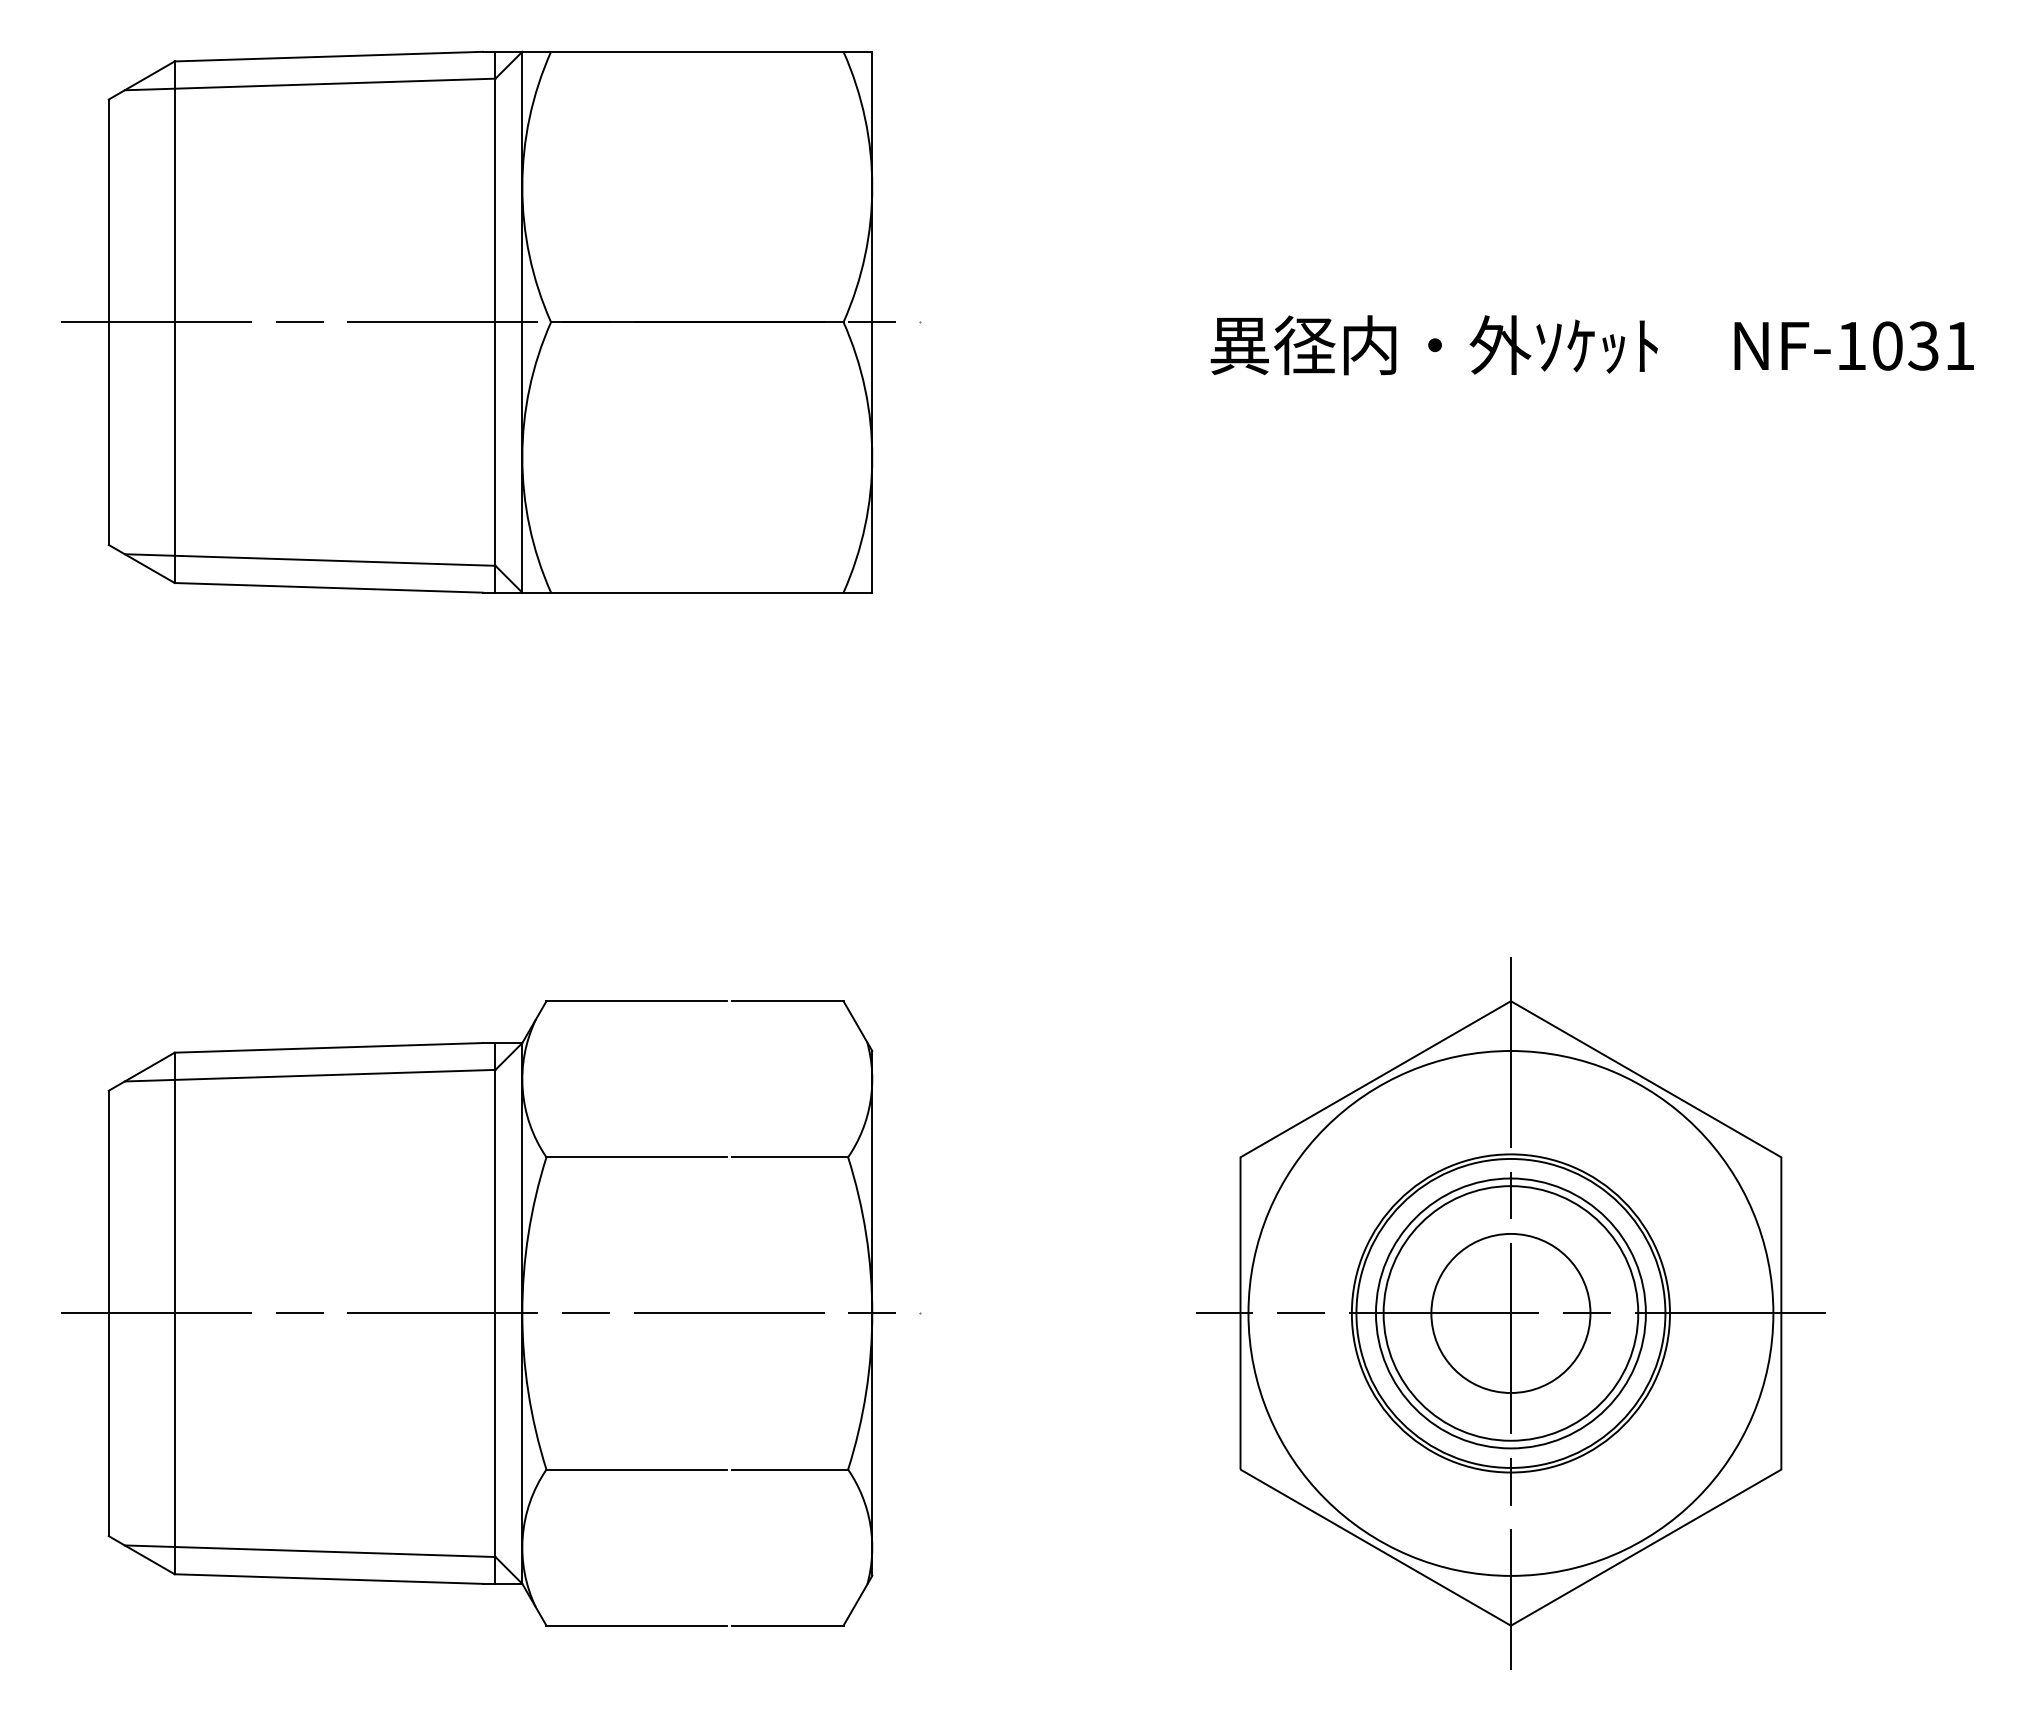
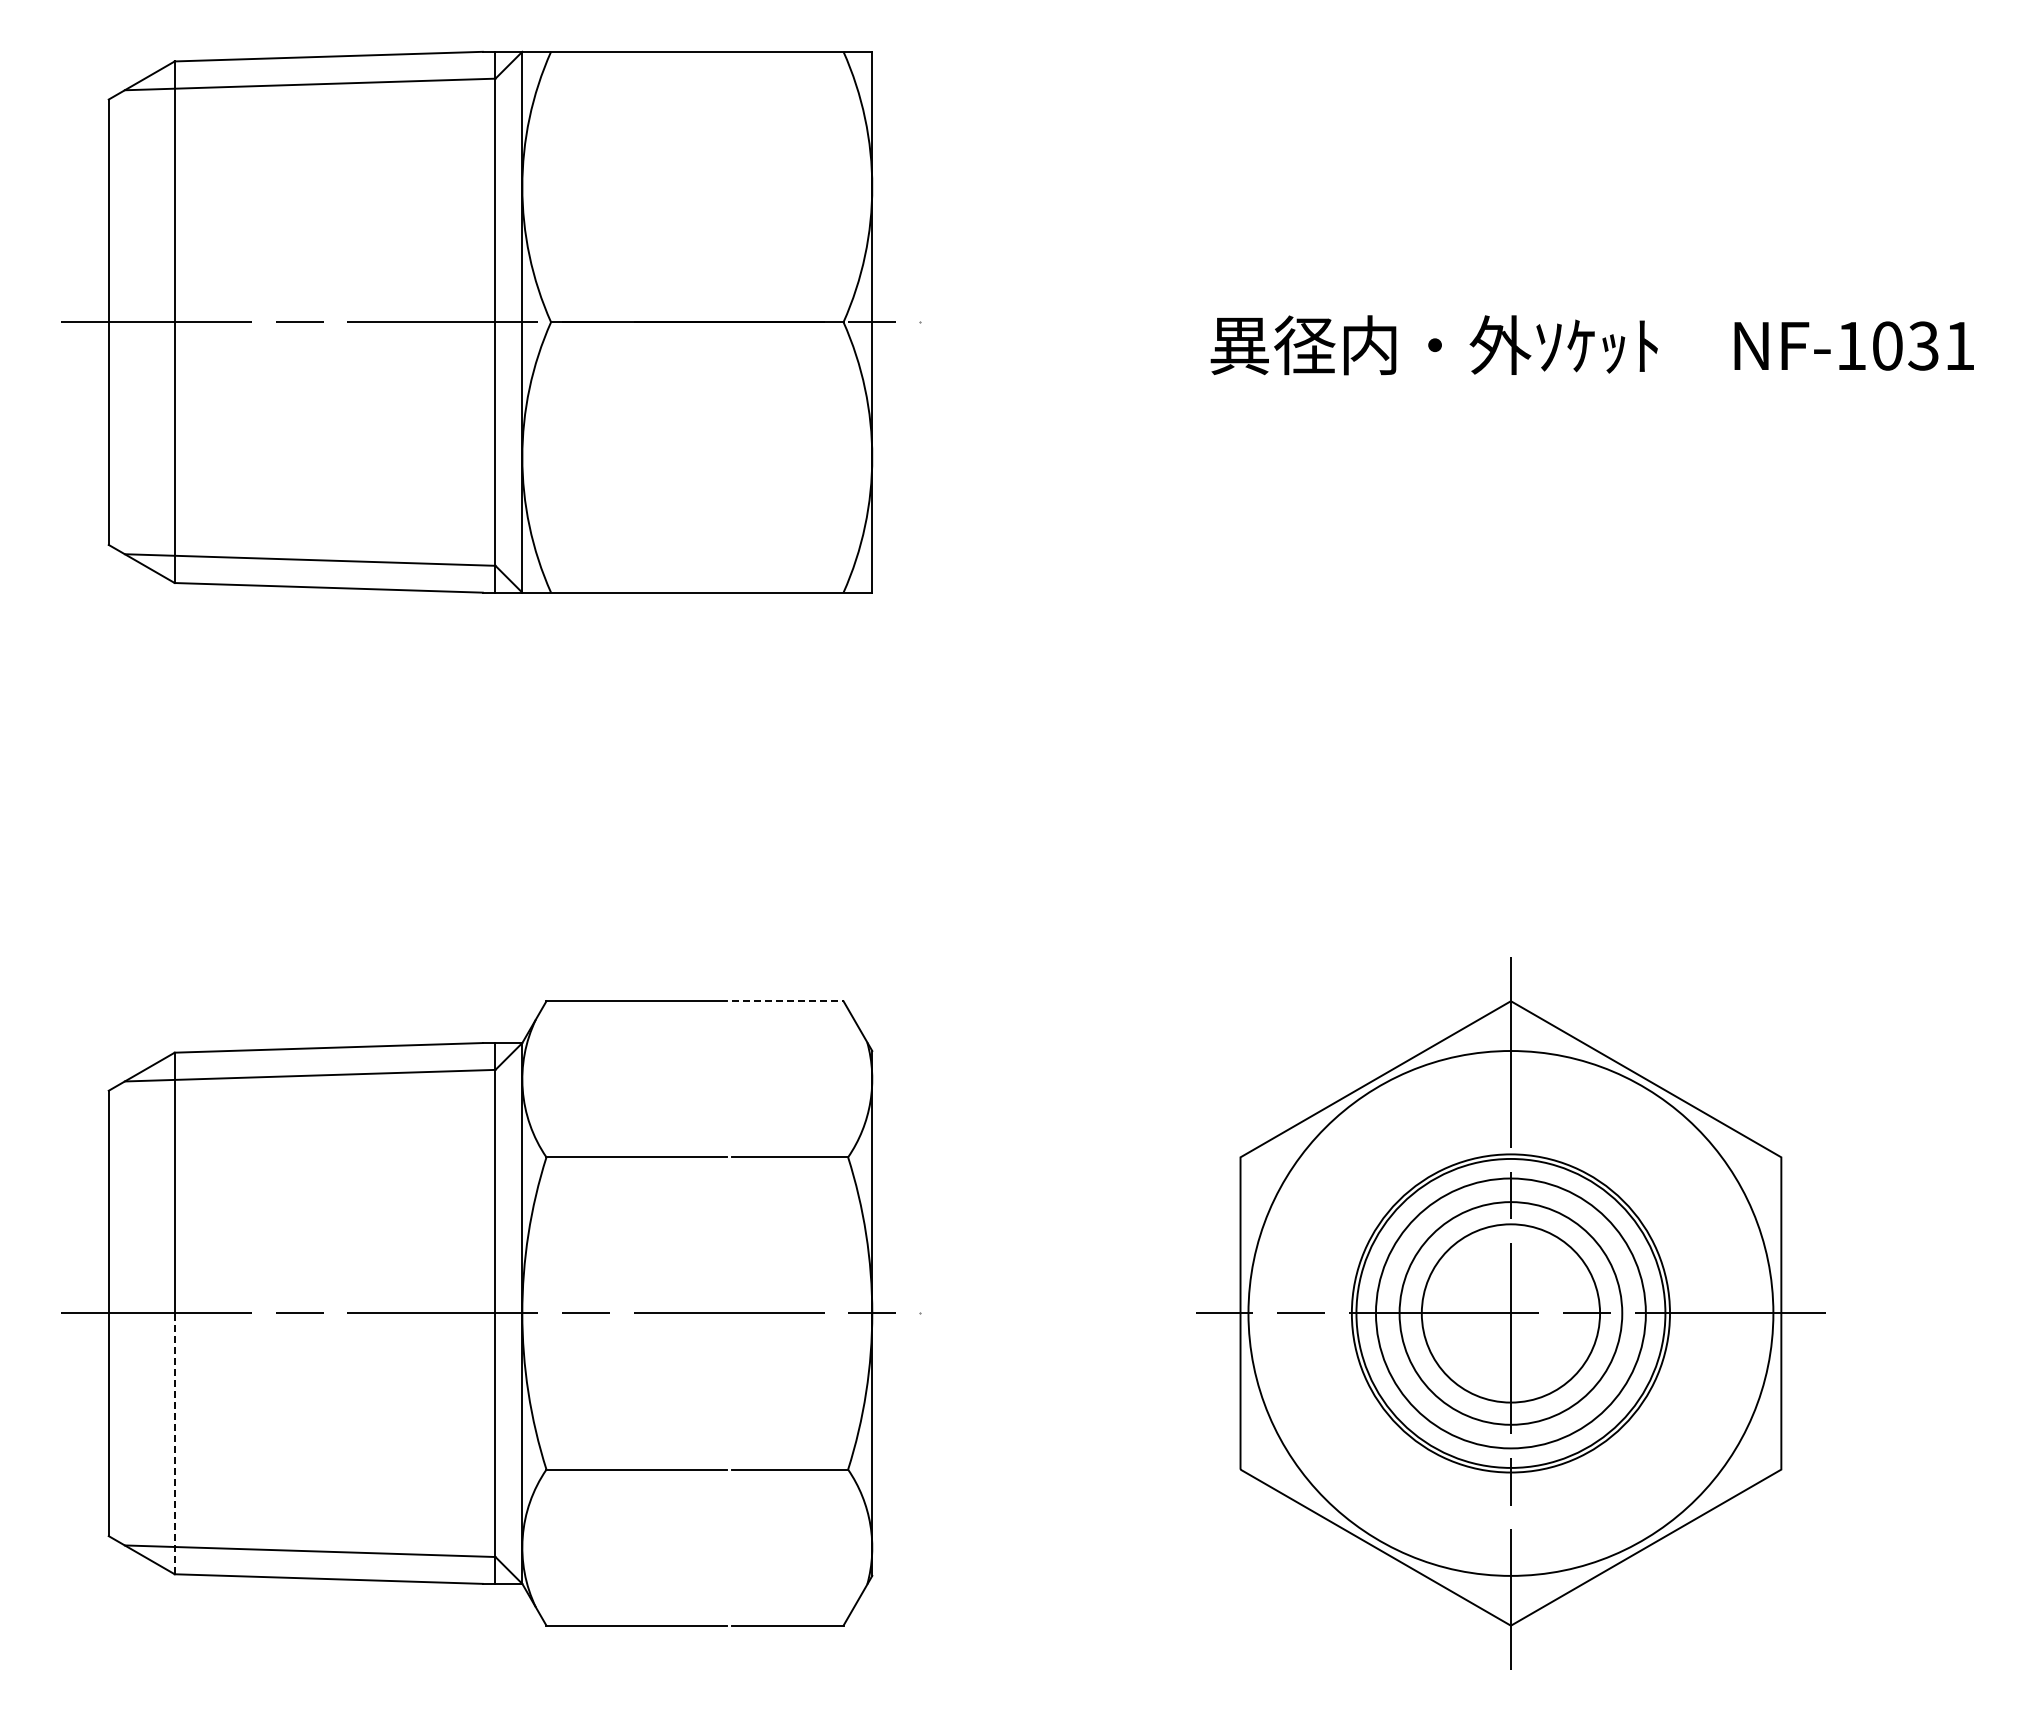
line at (787, 1001): solid -> dashed
circle at (1510, 1312) diameter: 159 px -> 223 px
circle at (1510, 1313) diameter: 255 px -> 178 px
line at (174, 1443): solid -> dashed
